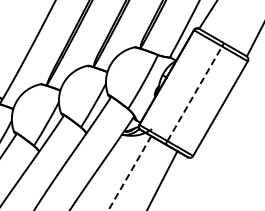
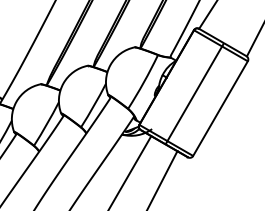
line at (194, 93): dashed -> solid
line at (129, 173): dashed -> solid
